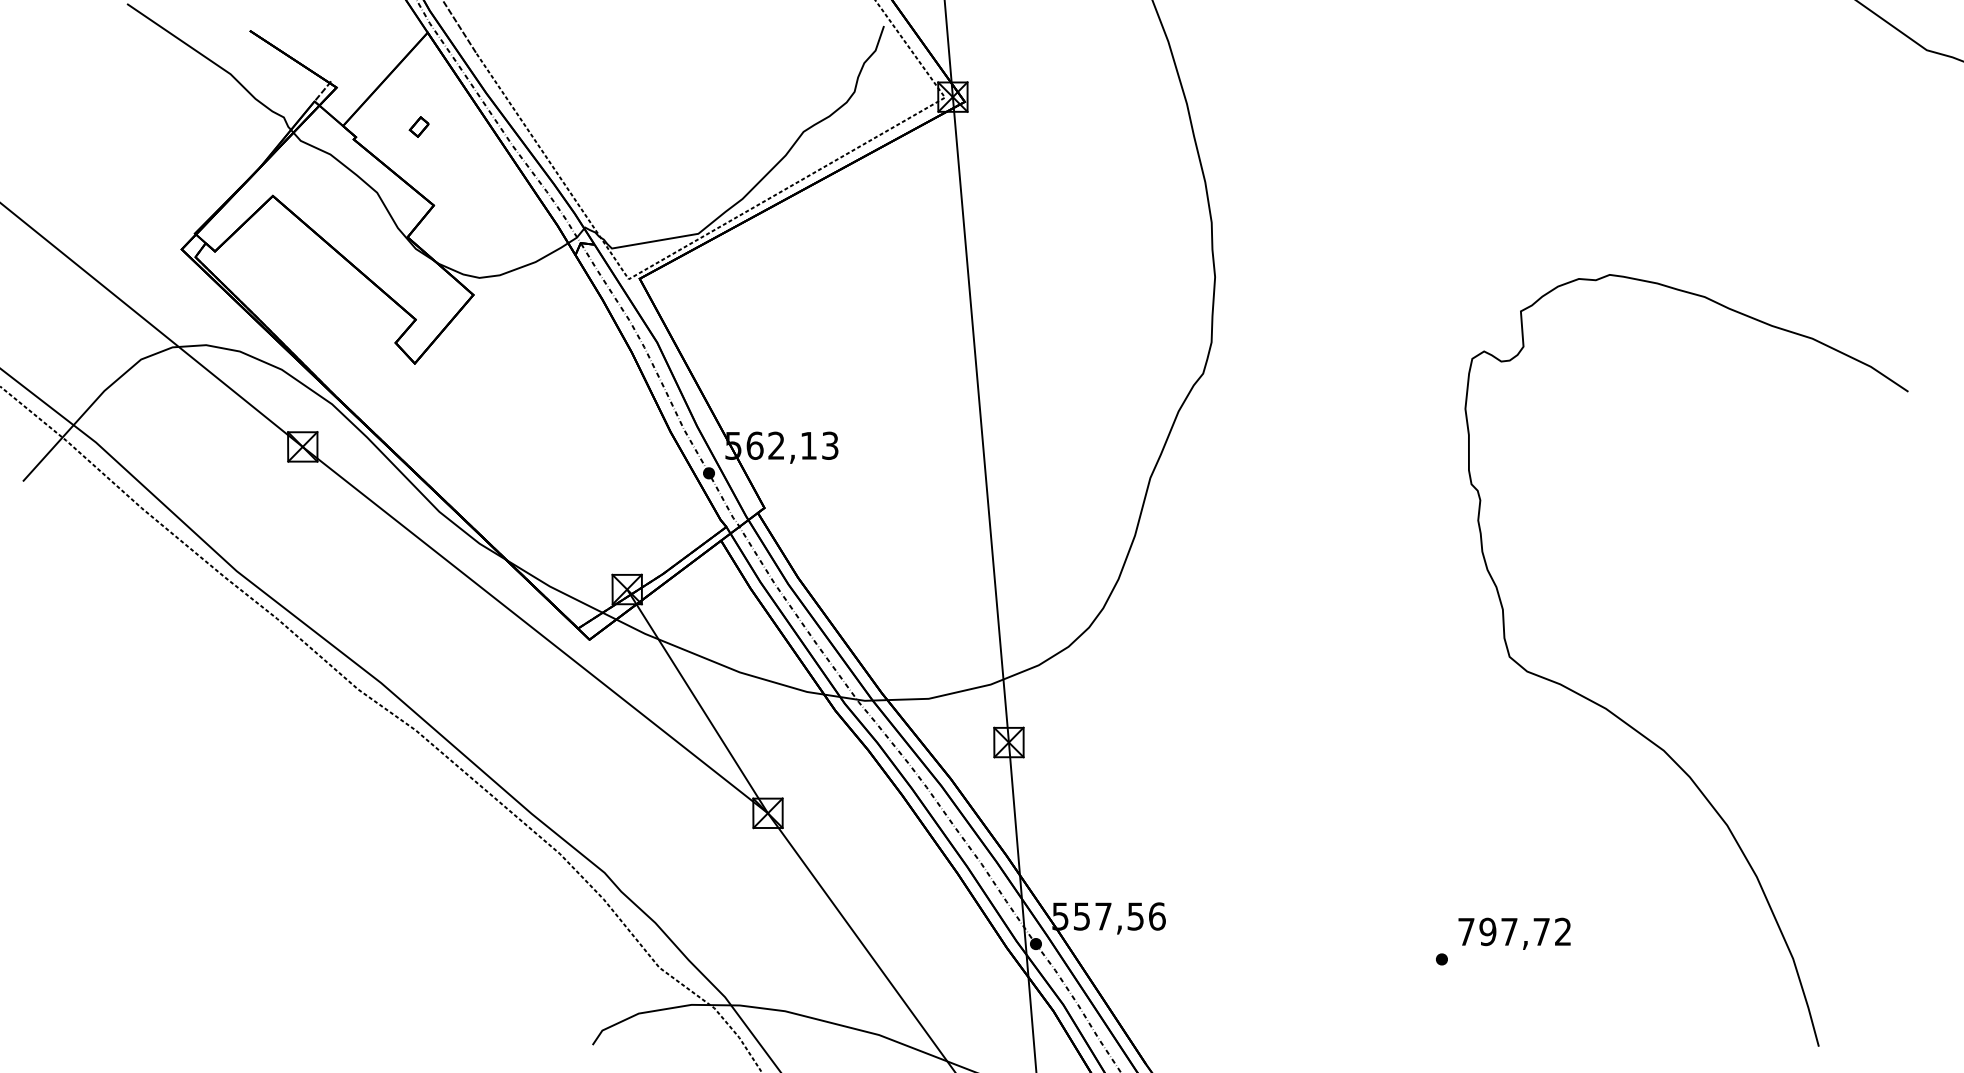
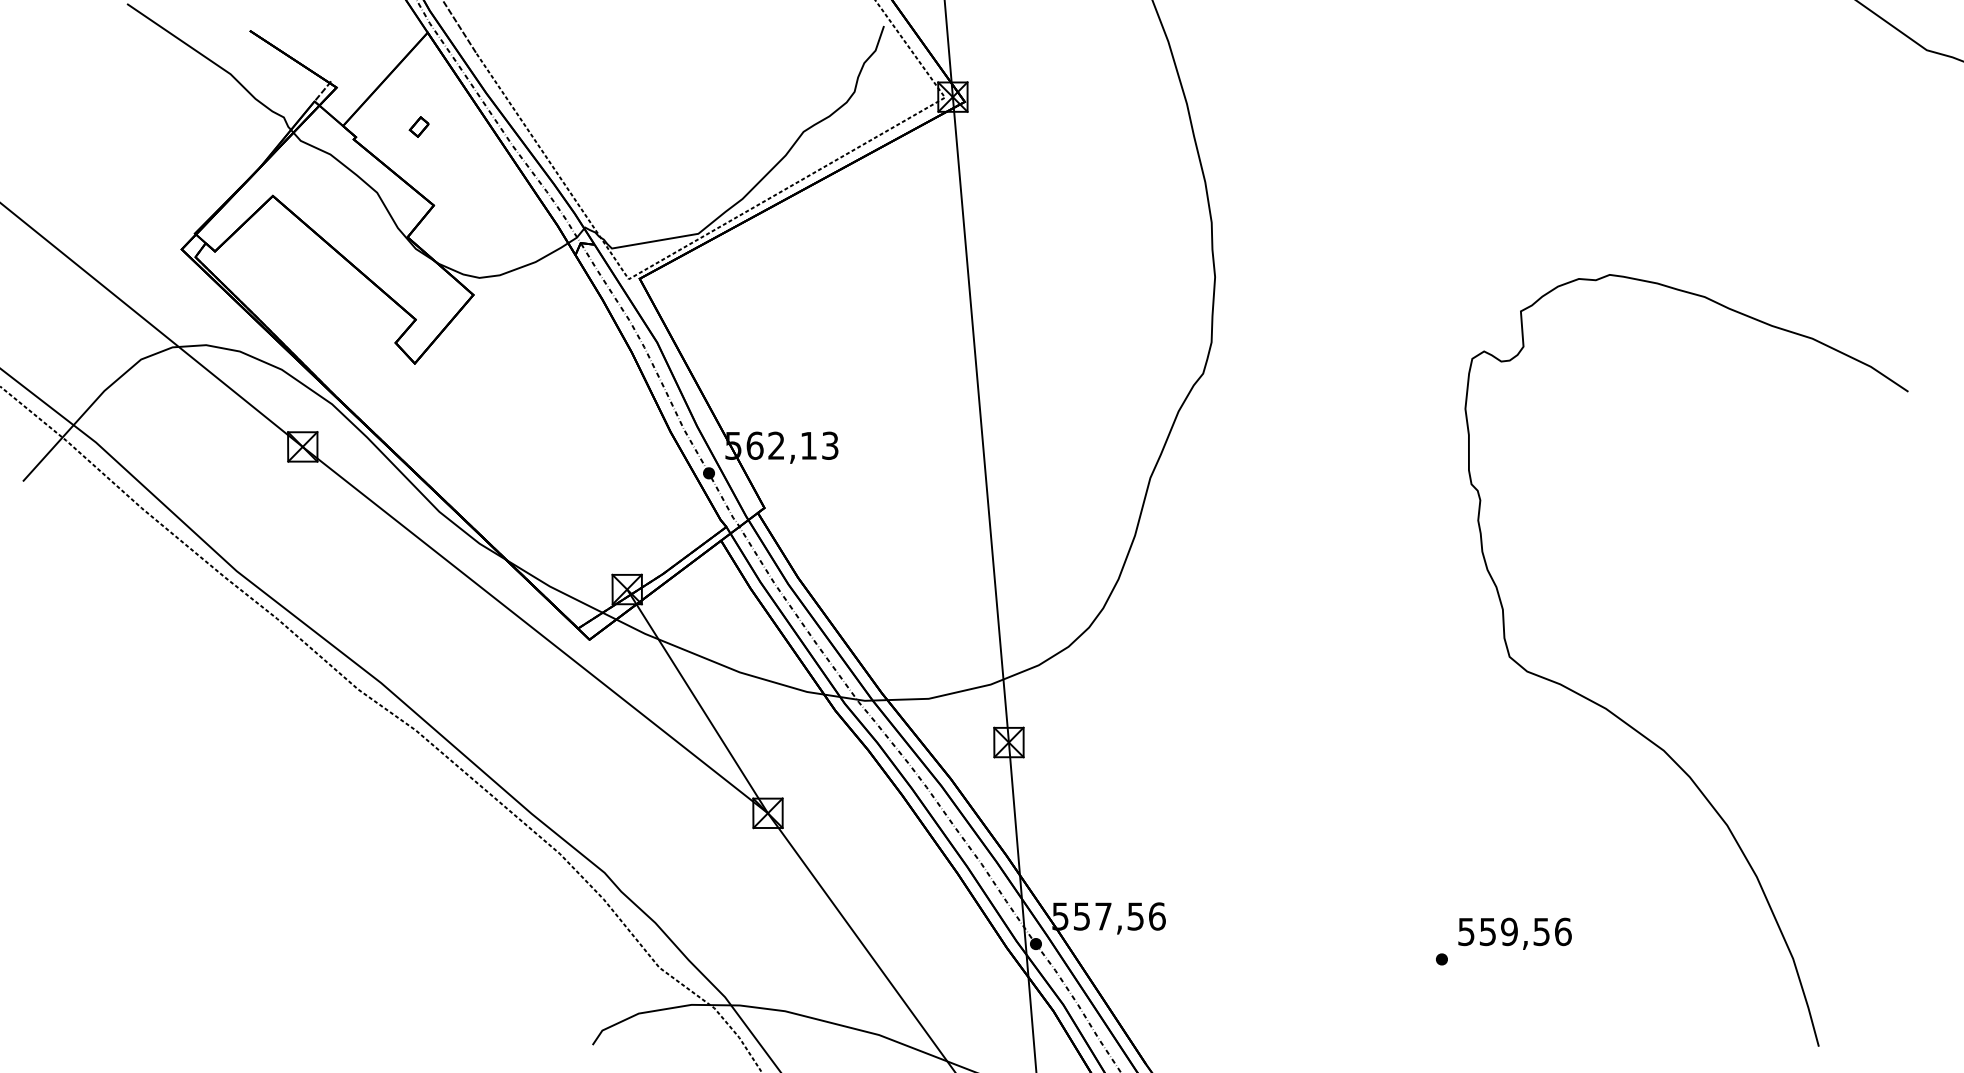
text at (1514, 931): 797,72 -> 559,56
